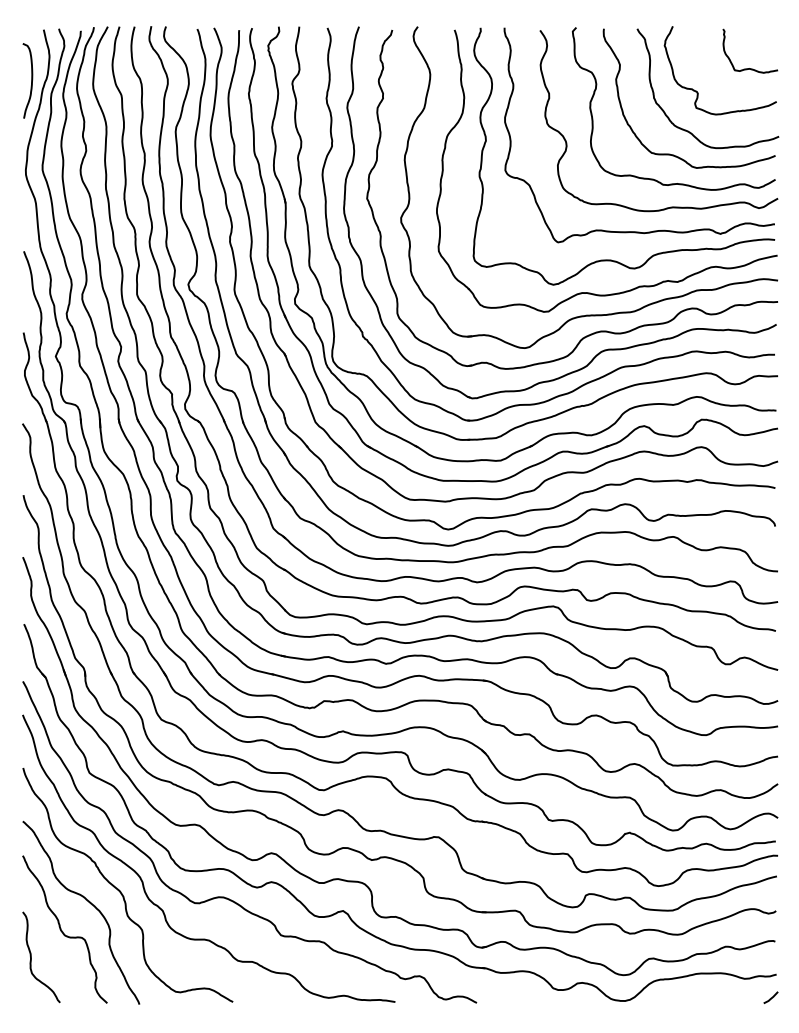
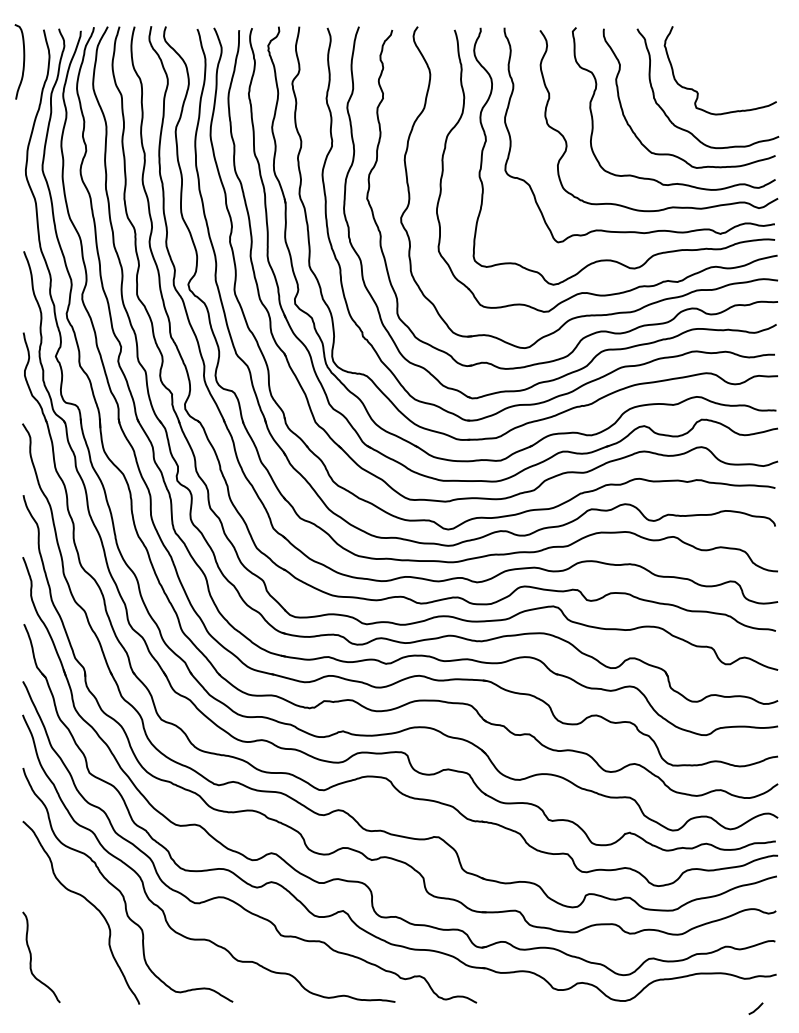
curve at (750, 68): present -> none
curve at (31, 80) position: (31, 80) -> (23, 61)
curve at (62, 930): present -> none
line at (770, 997) position: (770, 997) -> (755, 1008)
